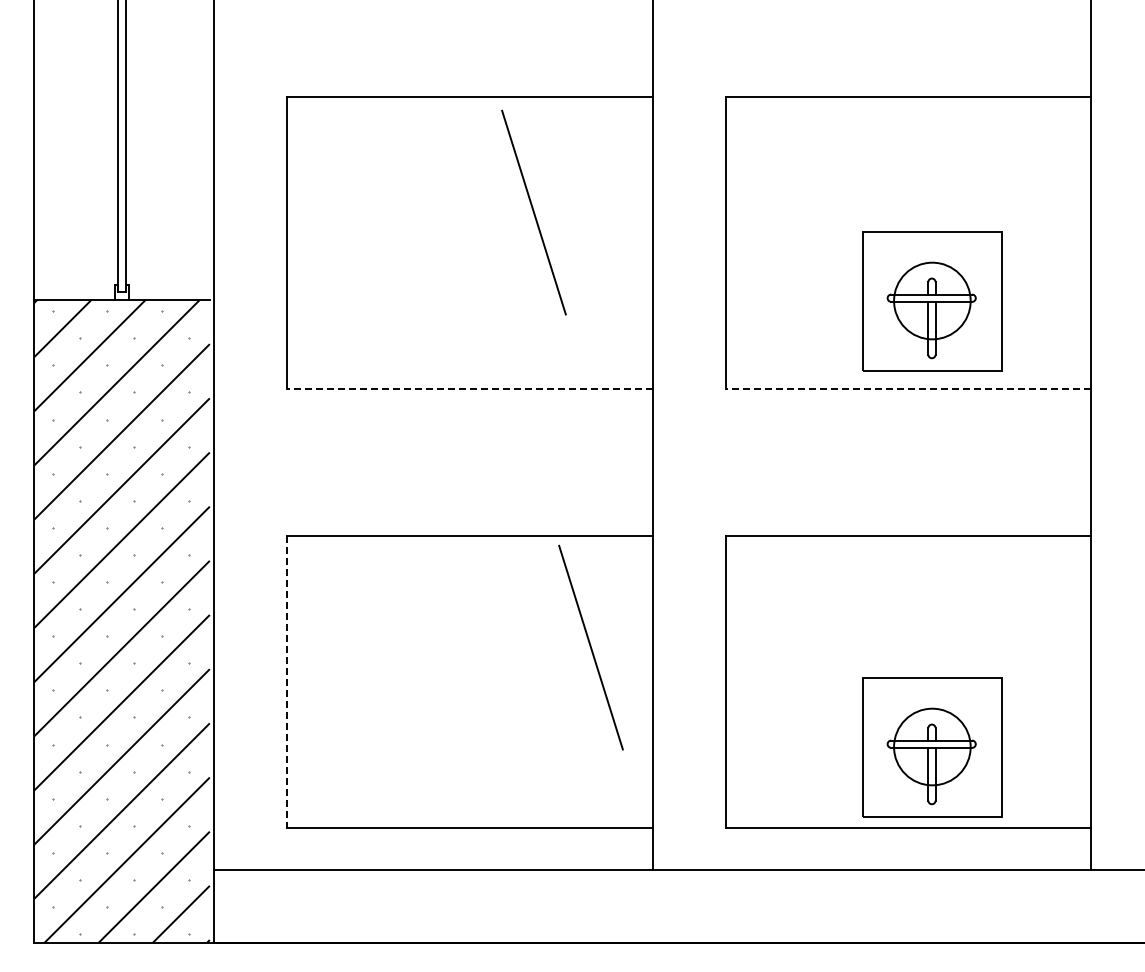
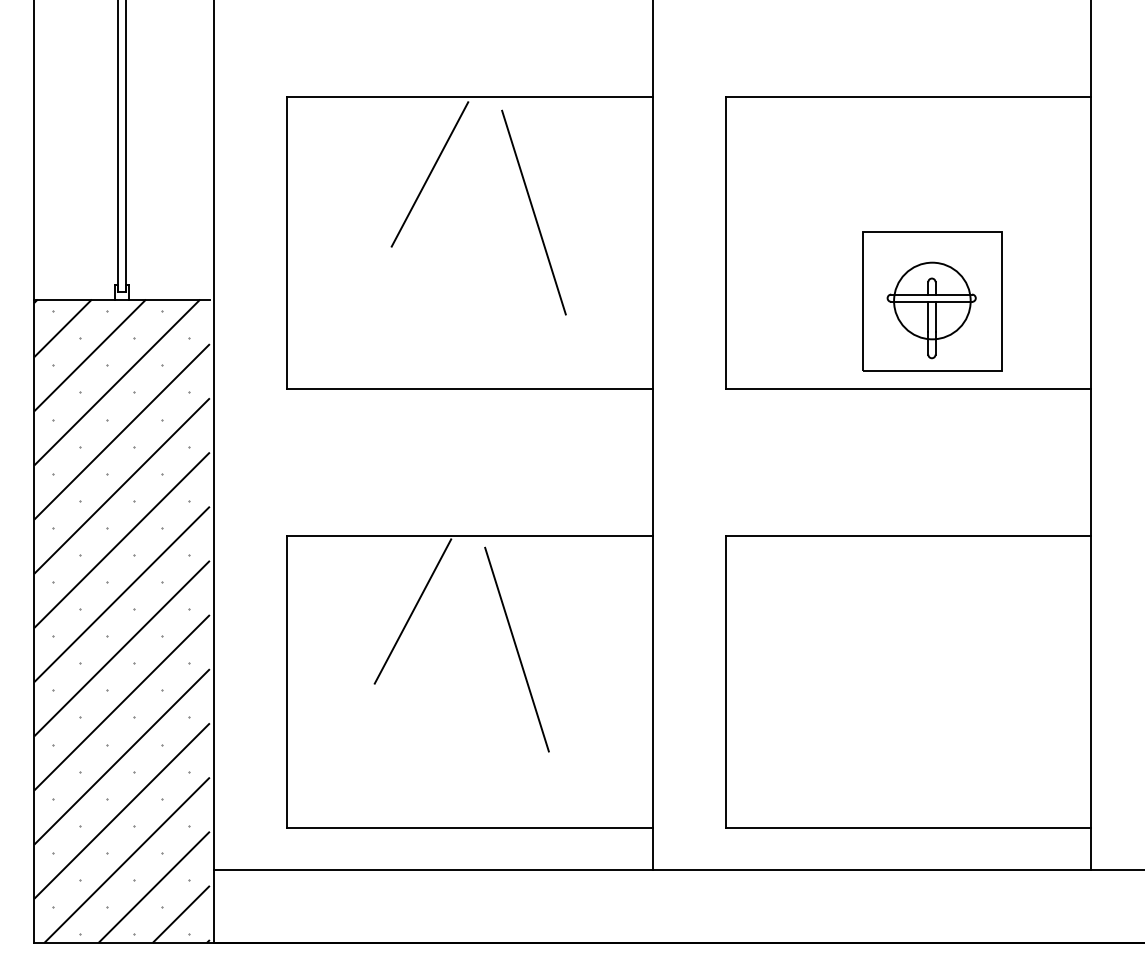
line at (429, 174): none -> present
line at (469, 389): dashed -> solid
line at (908, 389): dashed -> solid
line at (412, 611): none -> present
line at (590, 647) position: (590, 647) -> (516, 649)
line at (287, 682): dashed -> solid
part at (932, 747): present -> none
